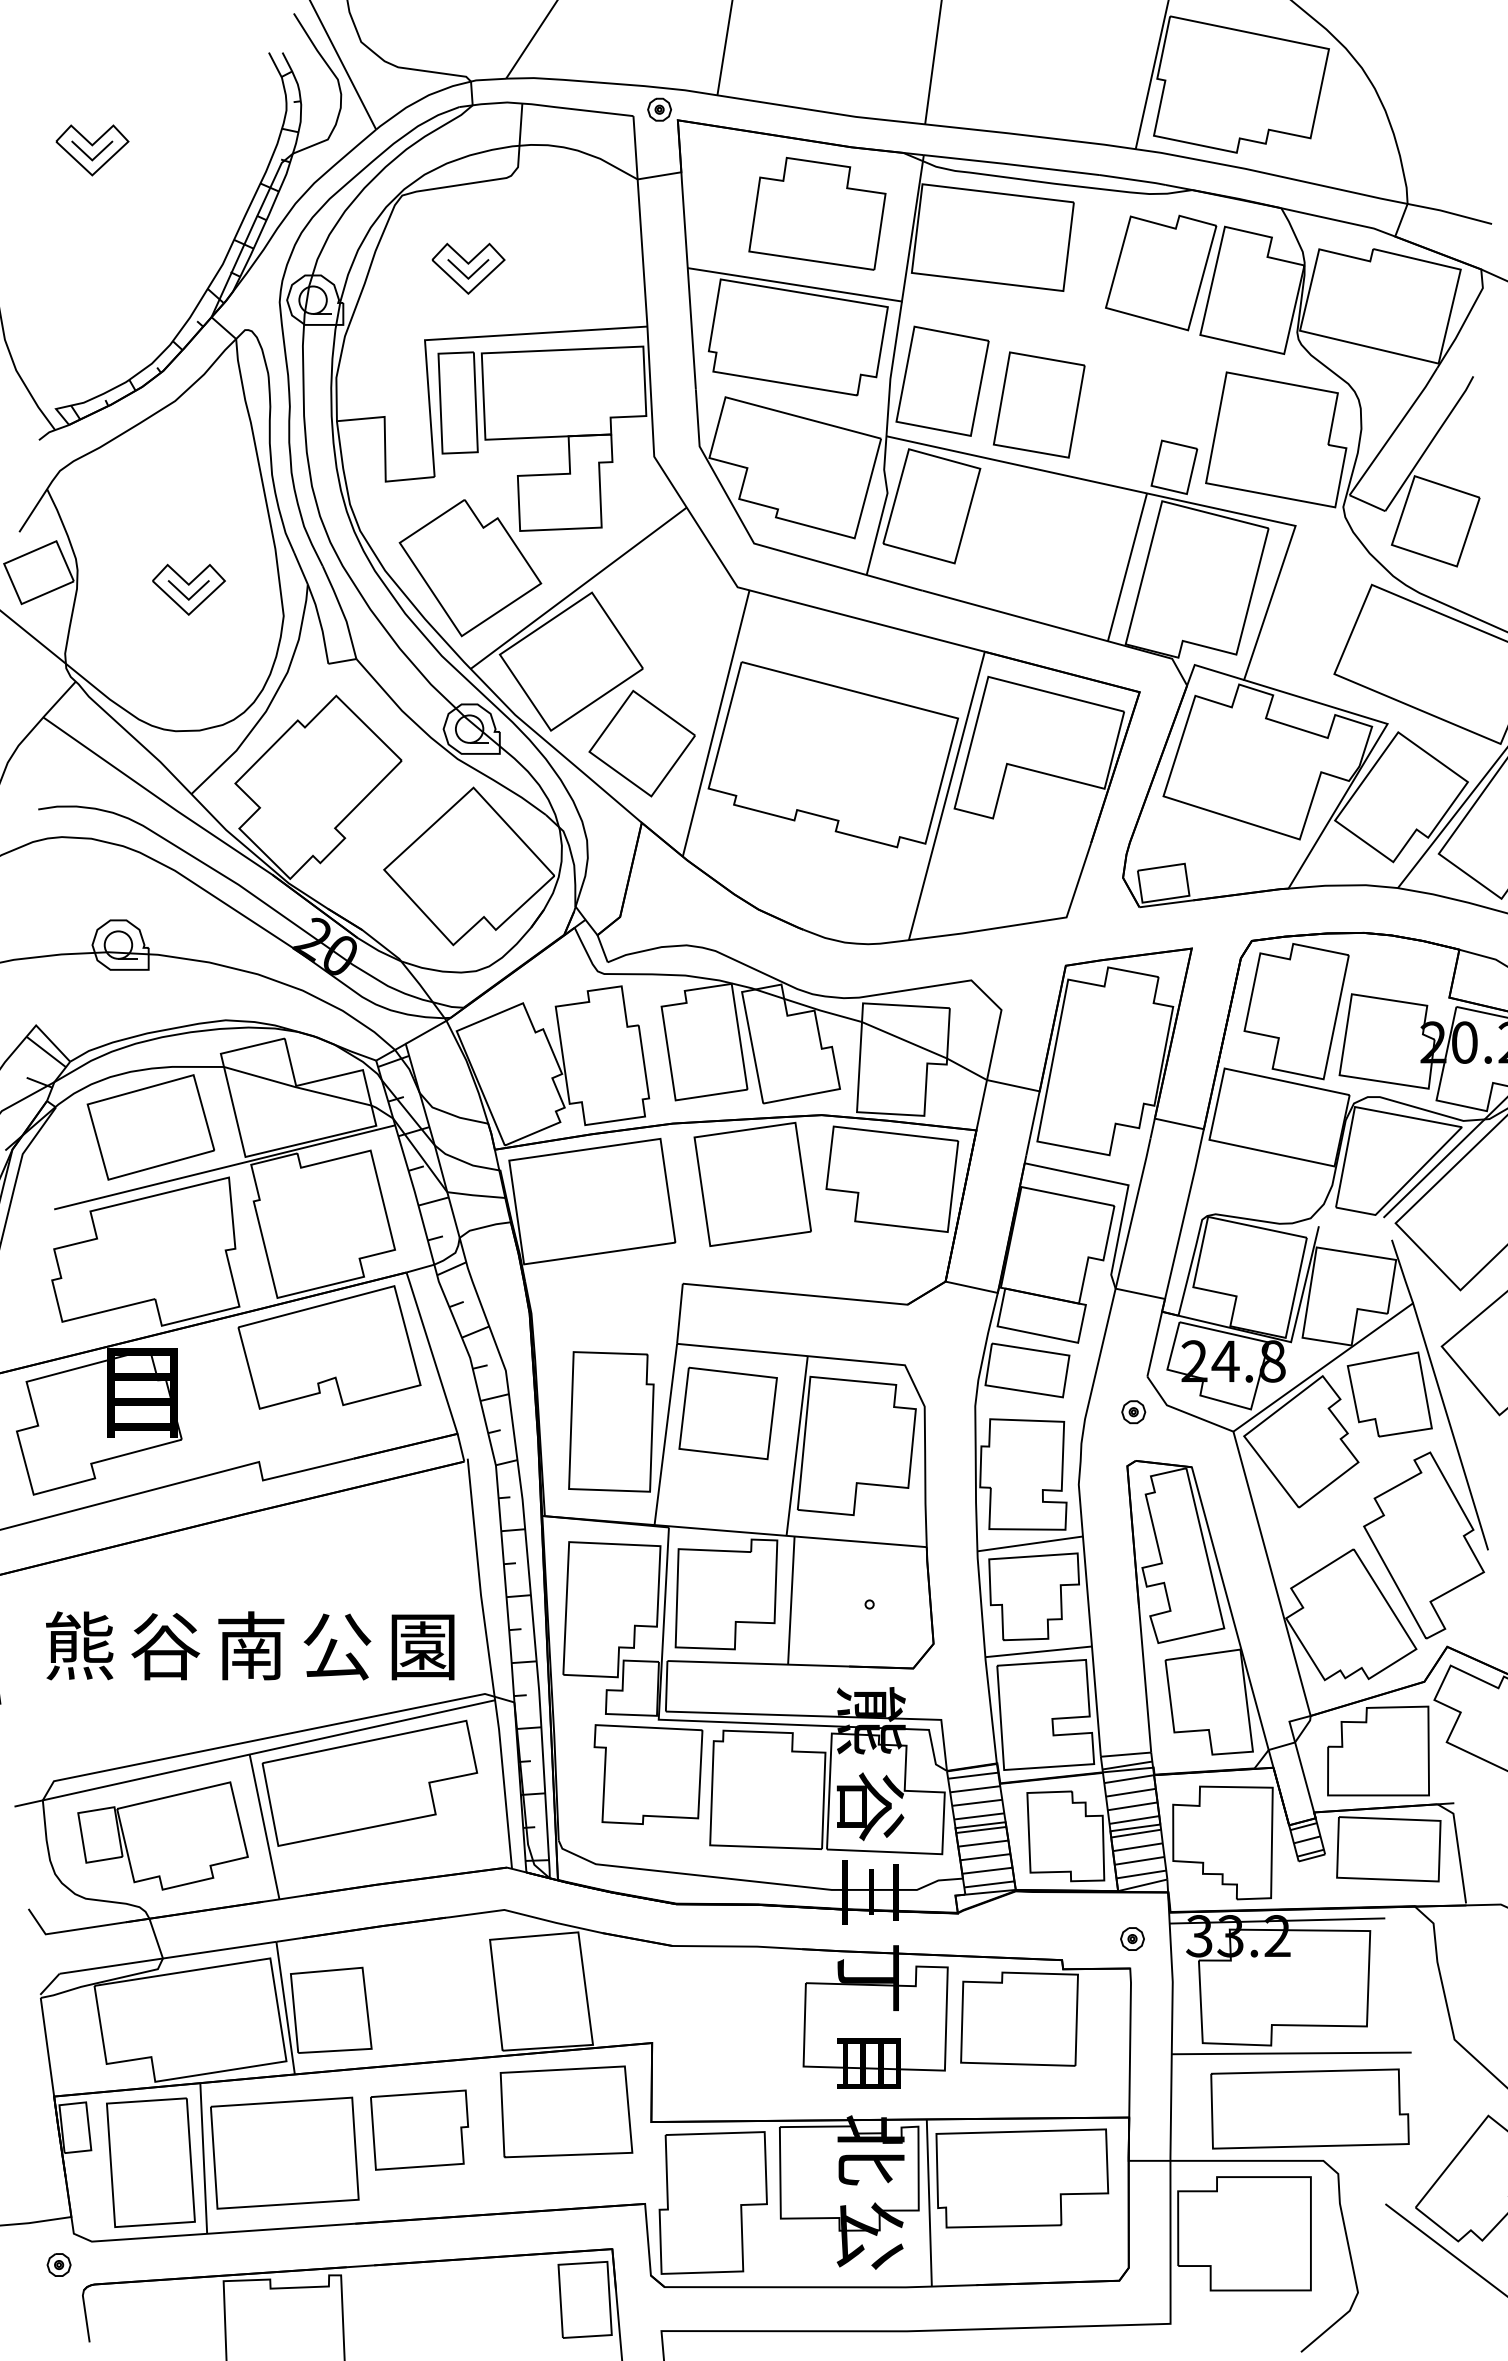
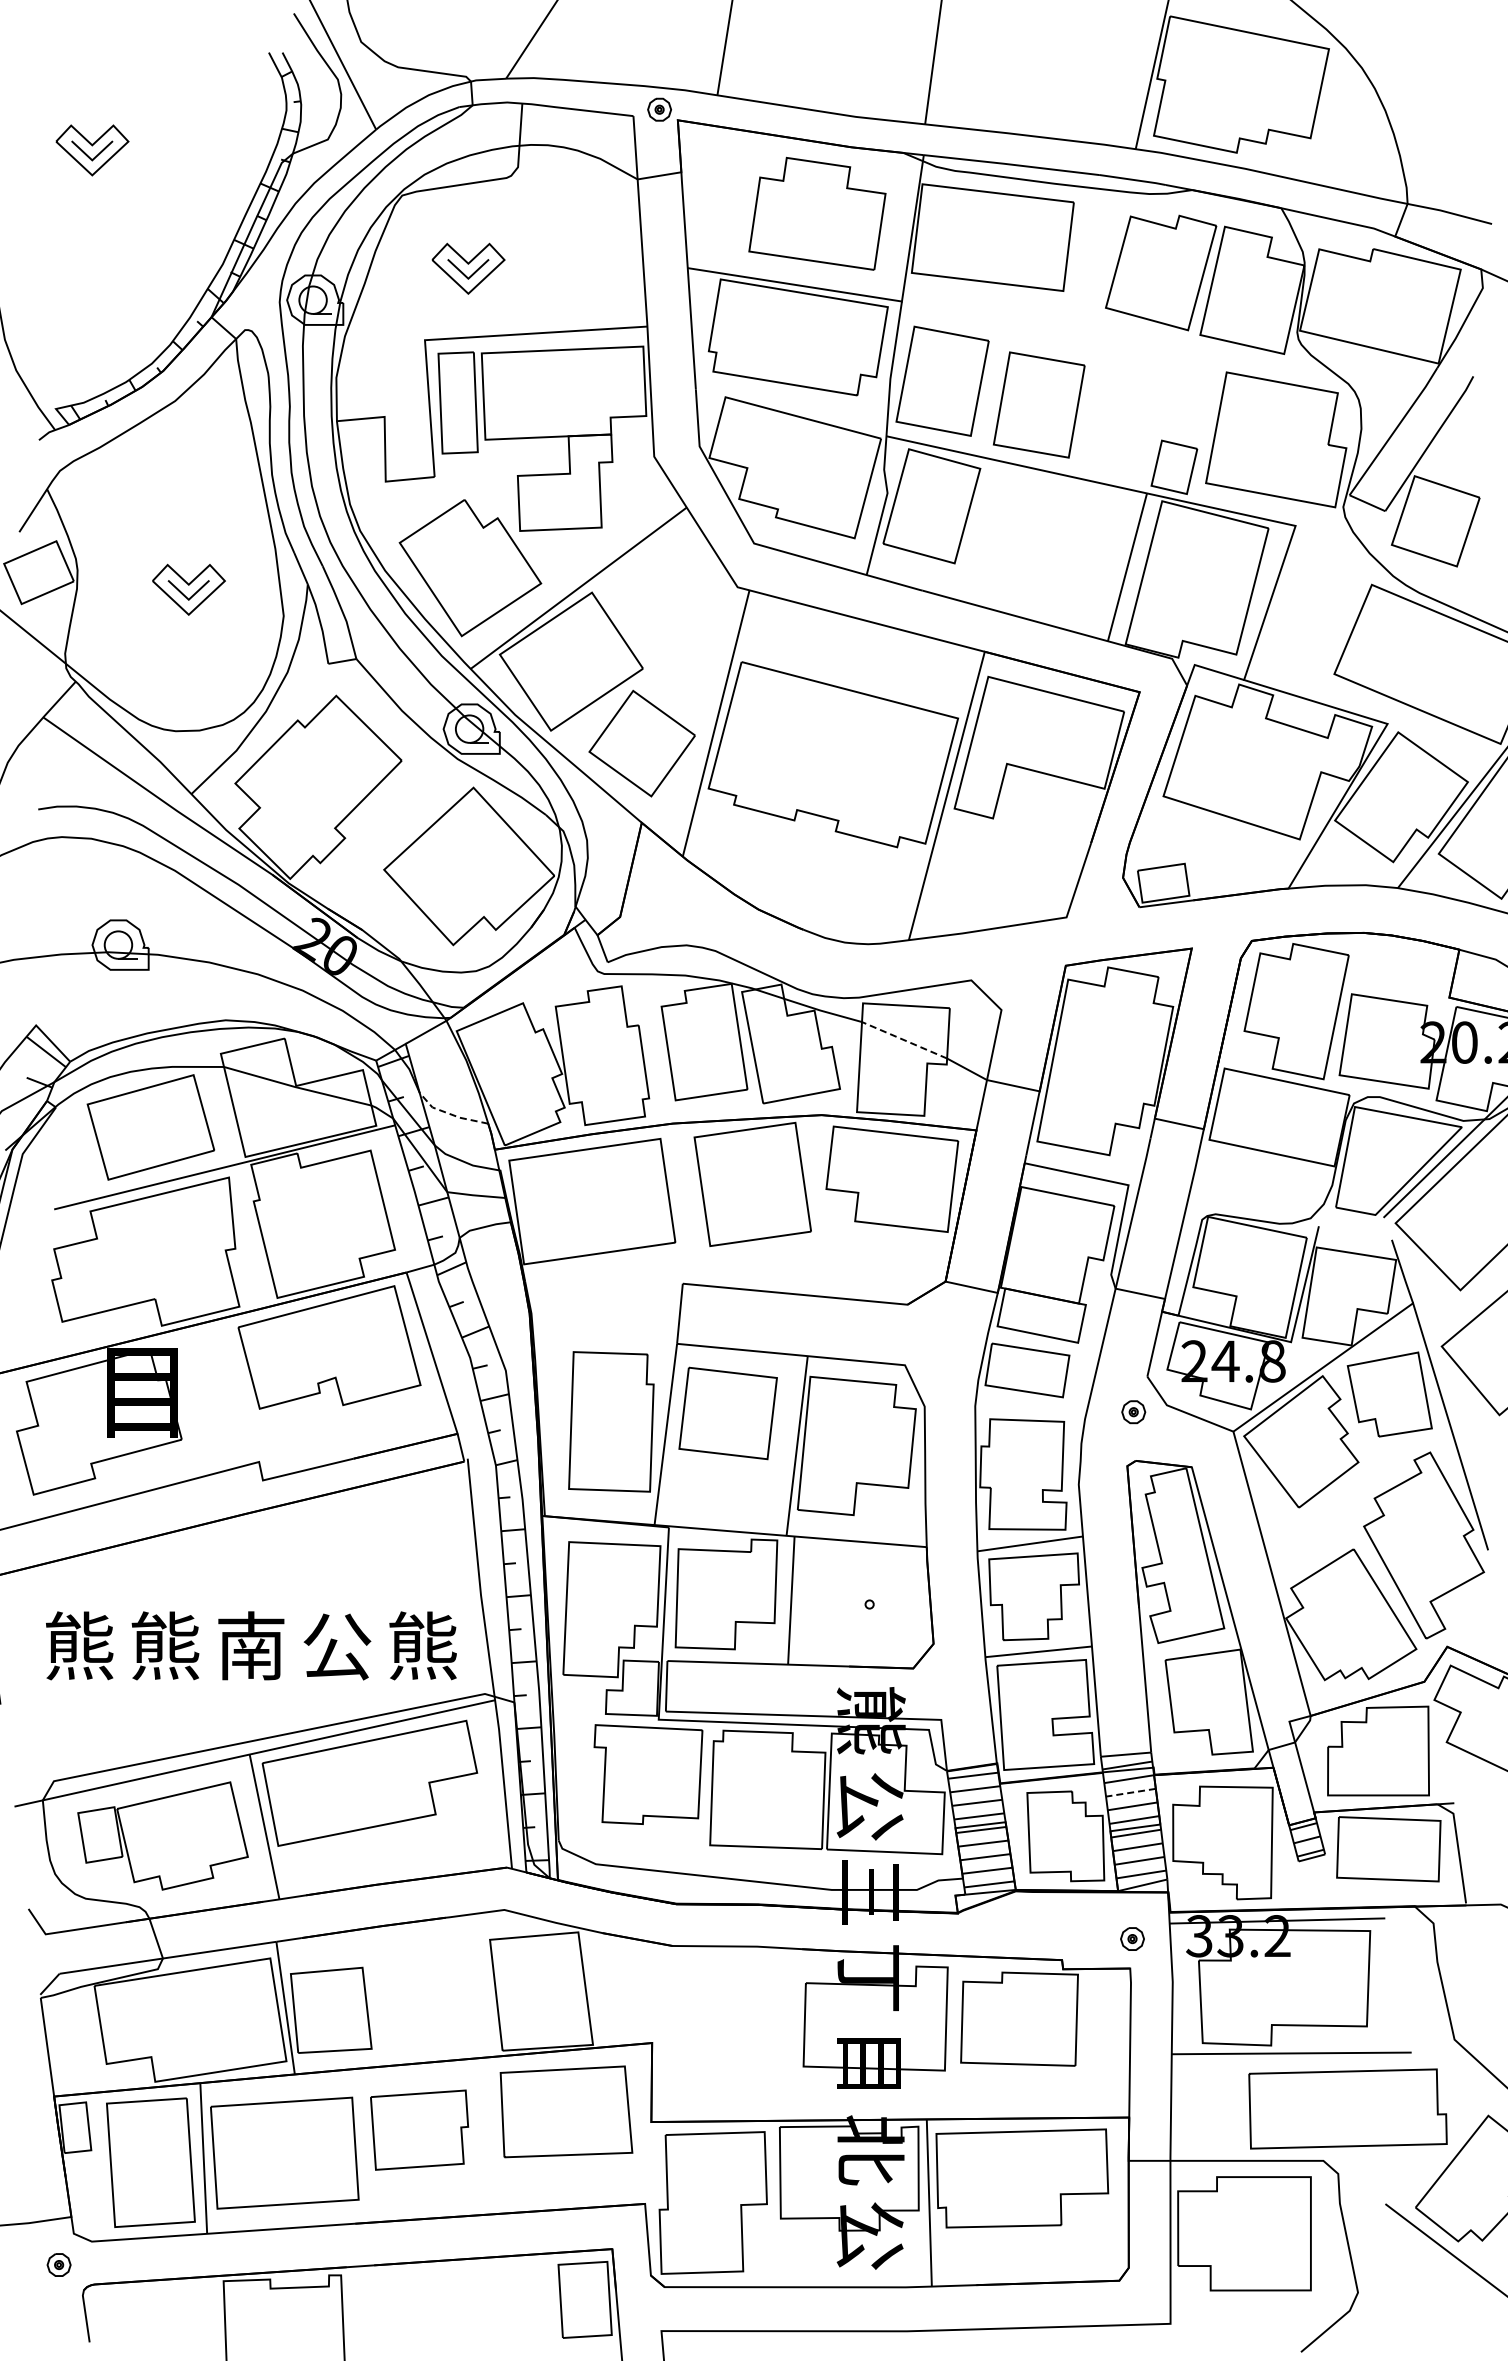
line at (904, 1040): solid -> dashed
line at (449, 1113): solid -> dashed
text at (165, 1645): 谷 -> 熊
text at (422, 1645): 園 -> 熊
line at (1130, 1792): solid -> dashed
text at (870, 1806): 谷 -> 公
part at (1309, 2108) position: (1309, 2108) -> (1347, 2108)
